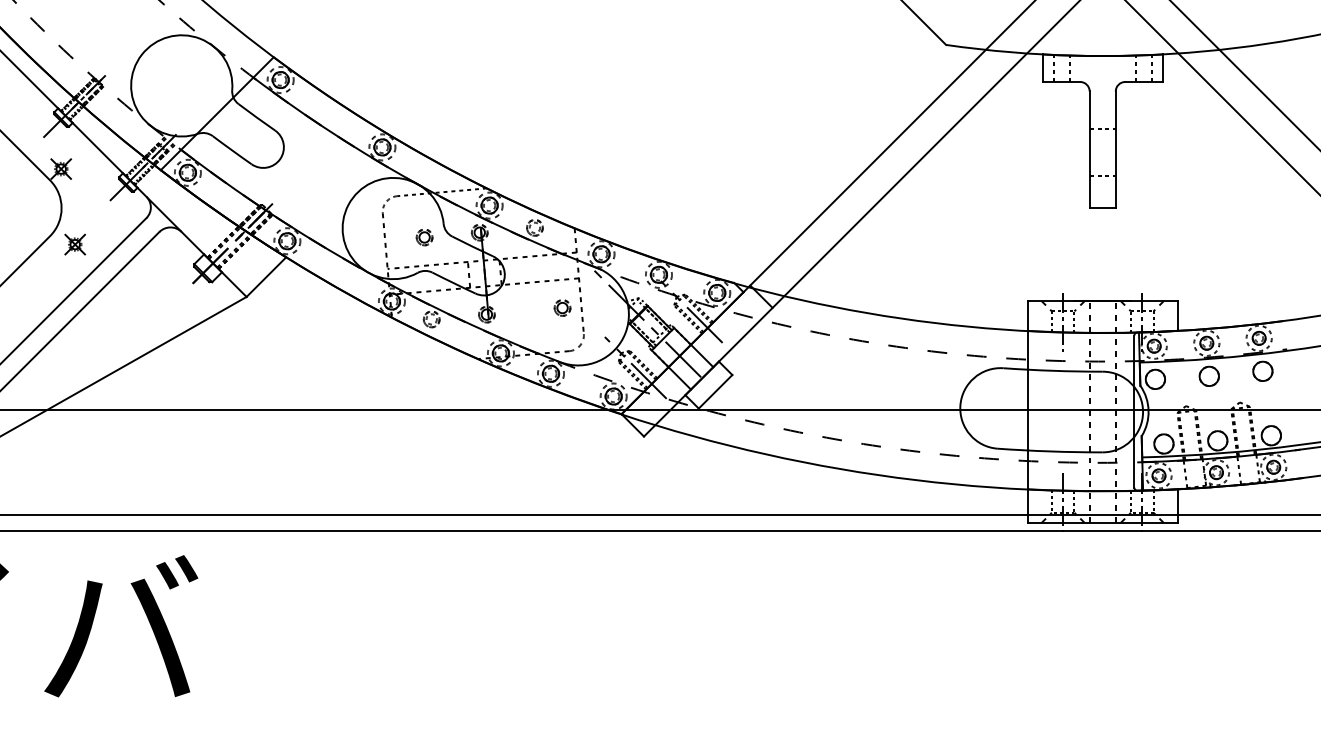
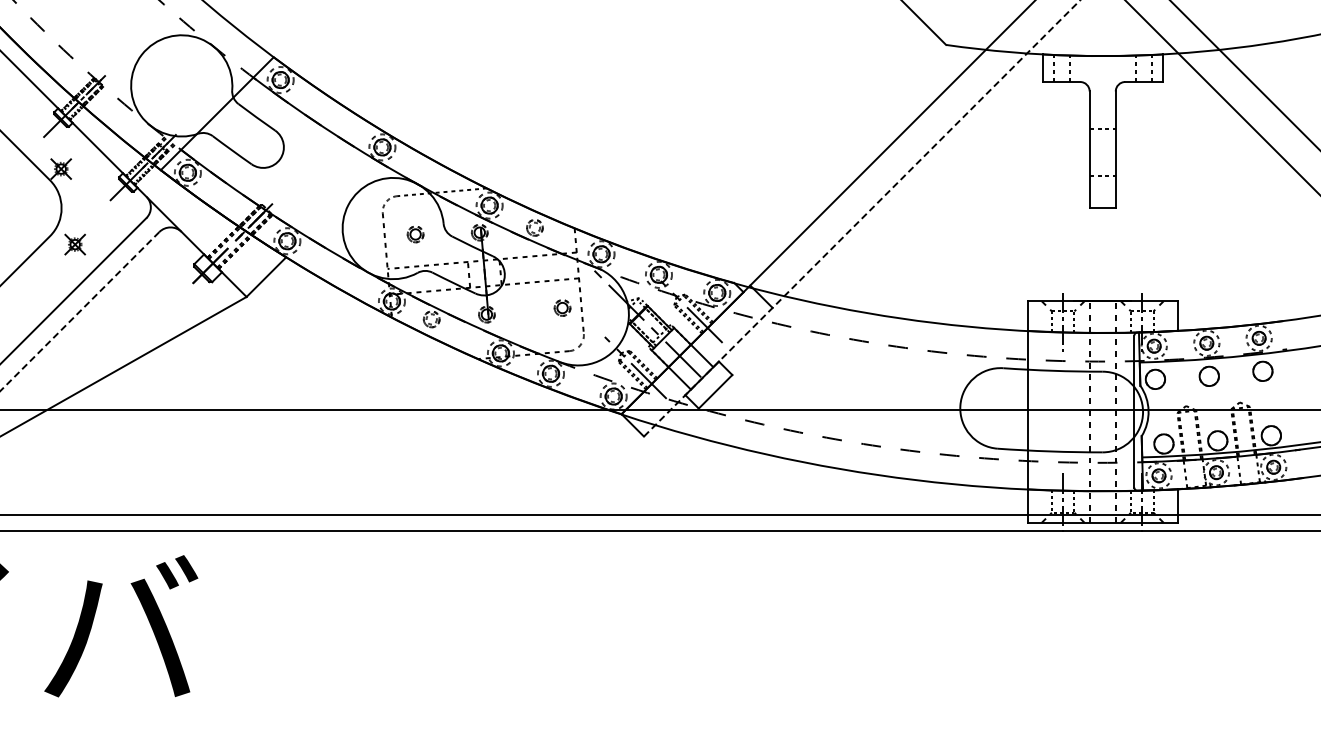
line at (862, 218): solid -> dashed
part at (424, 237) position: (424, 237) -> (415, 234)
line at (79, 311): solid -> dashed
